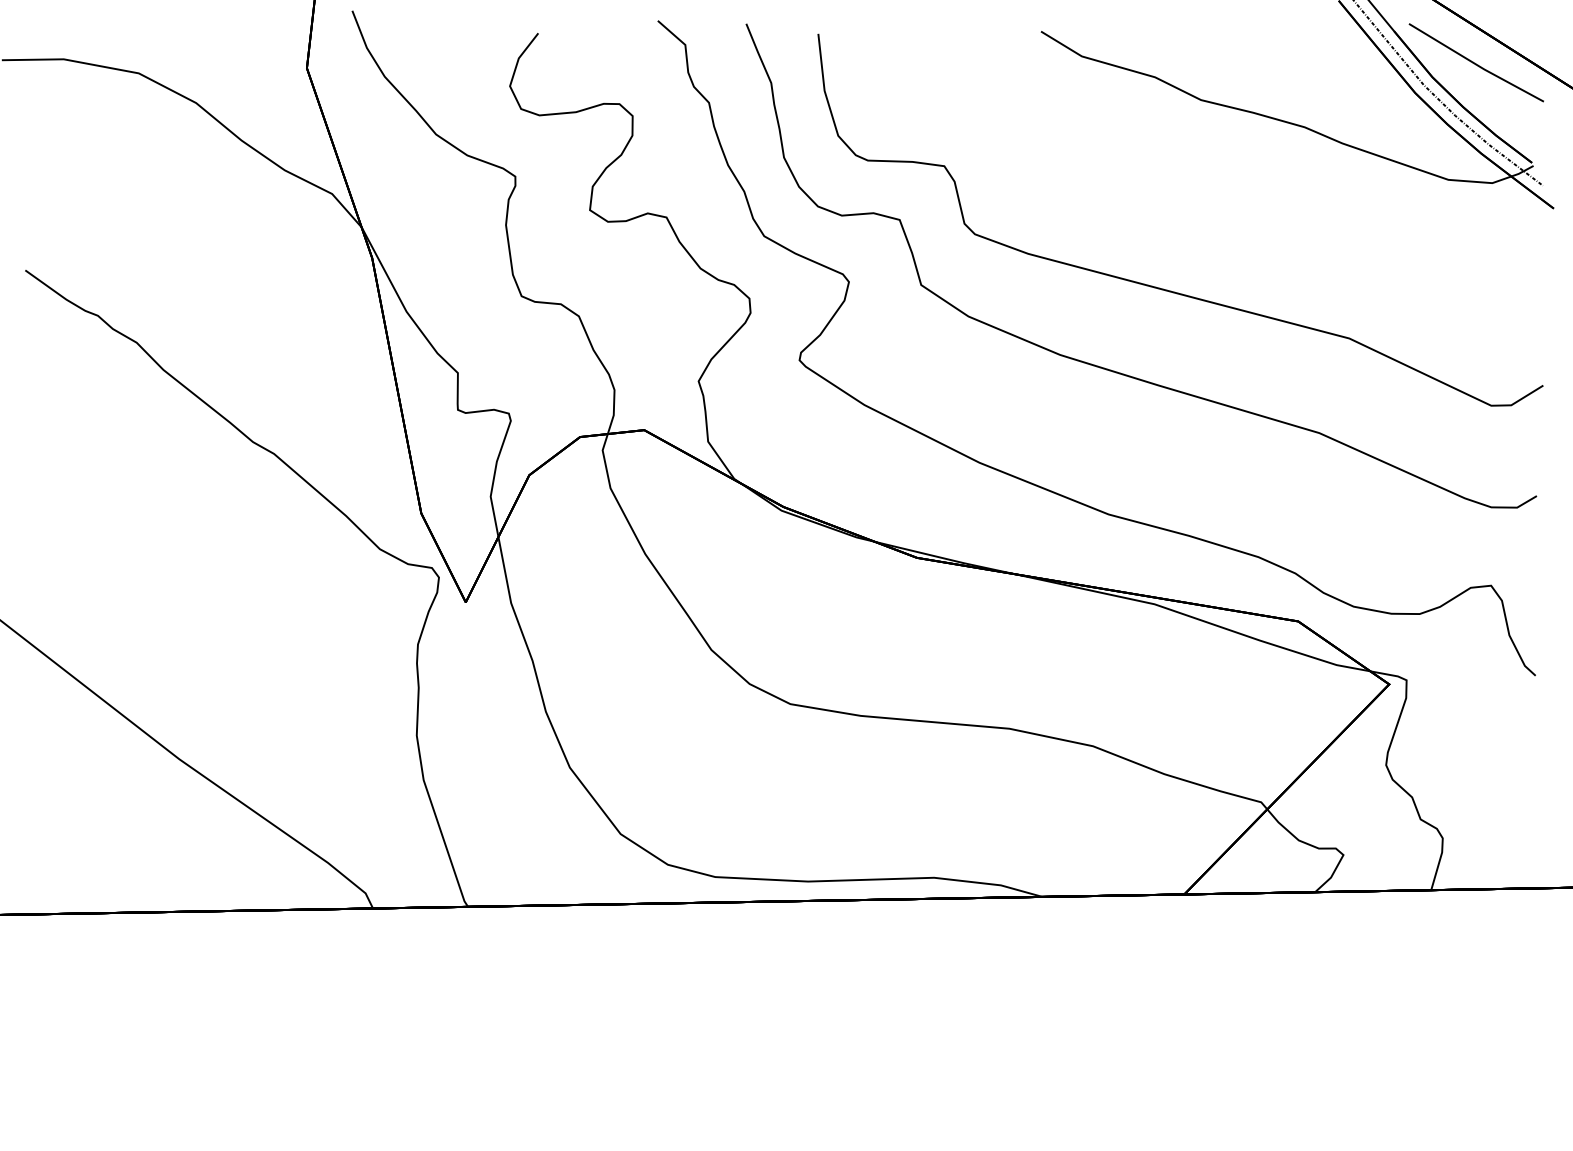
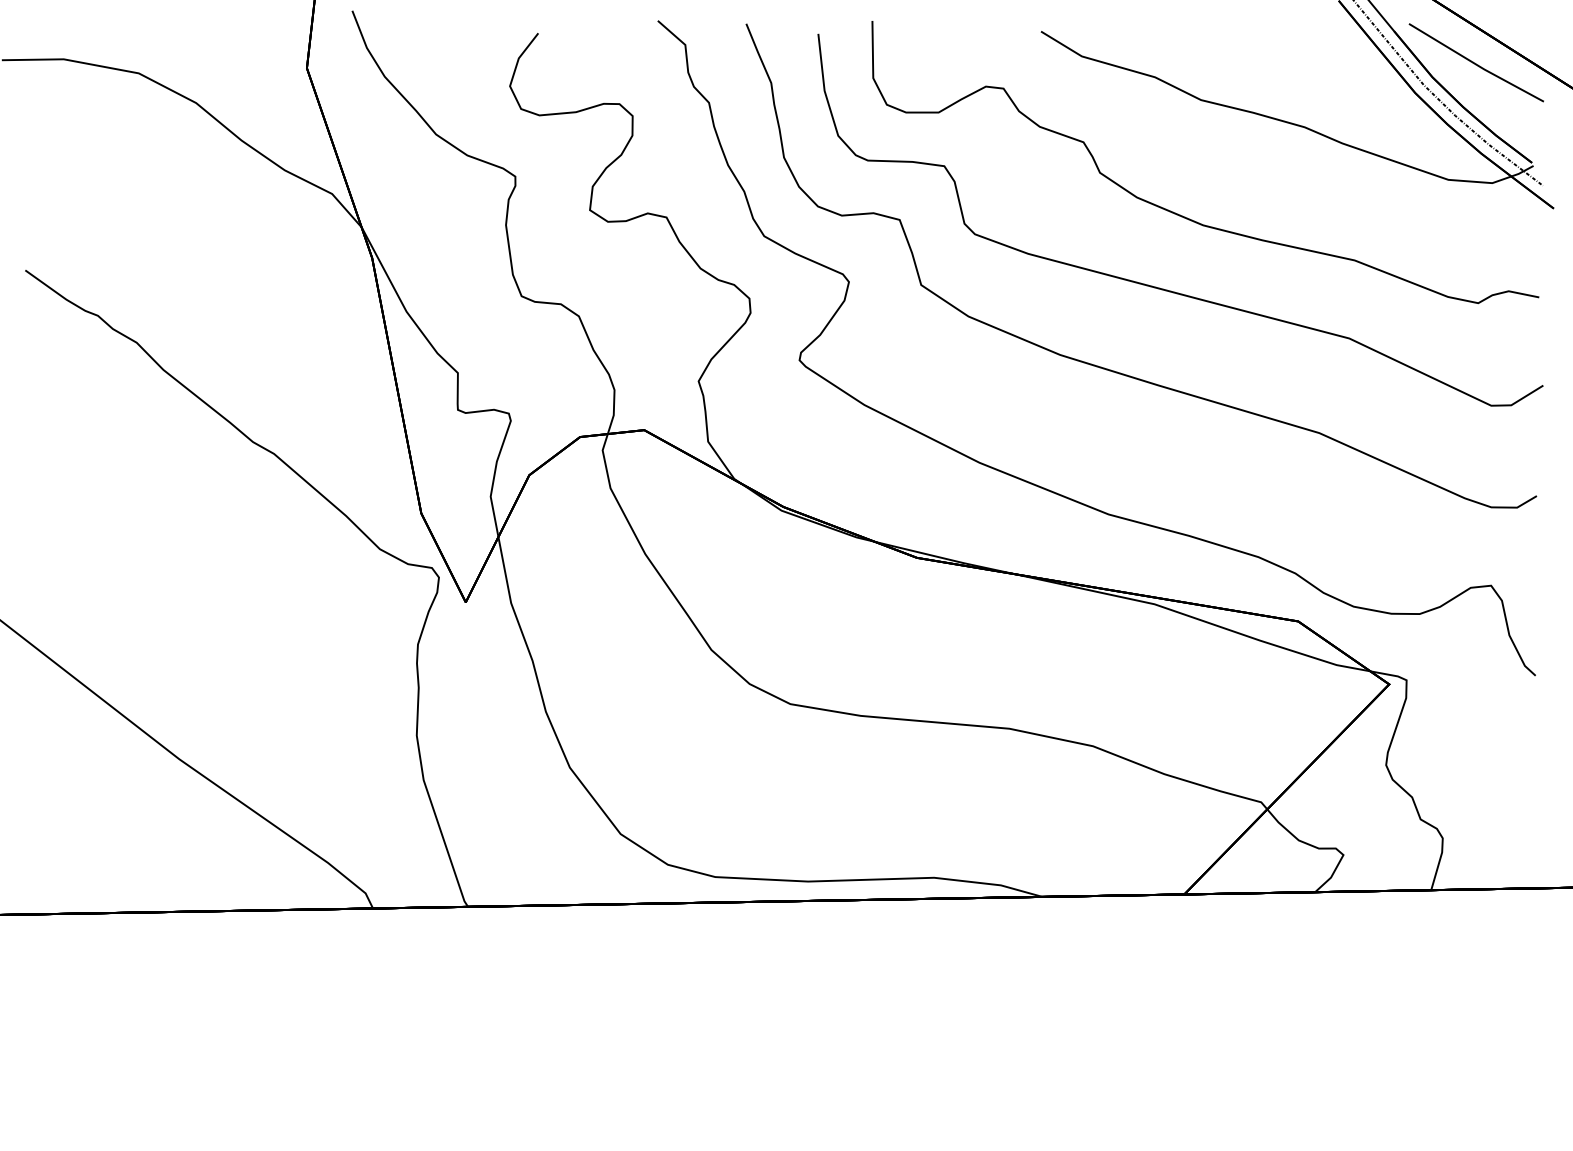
curve at (1185, 216): none -> present
